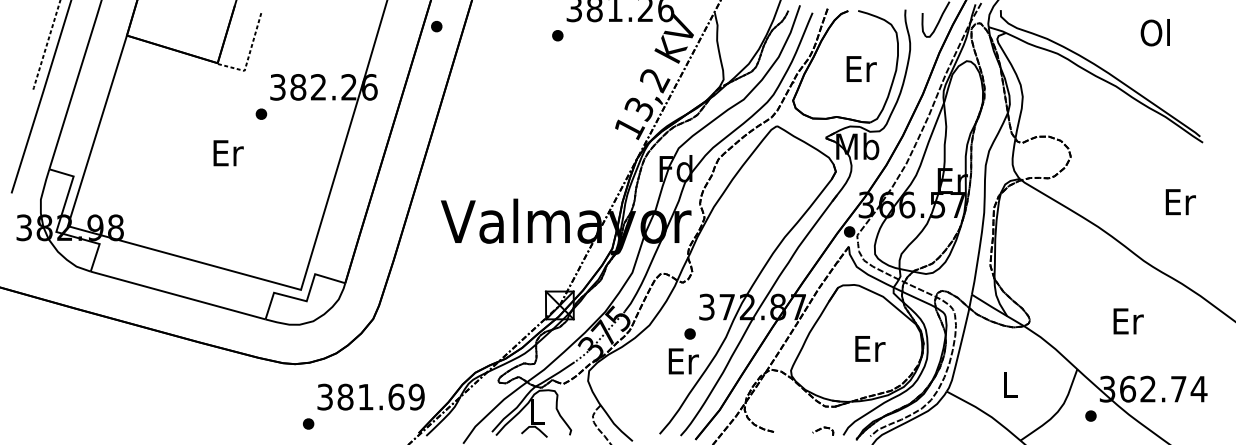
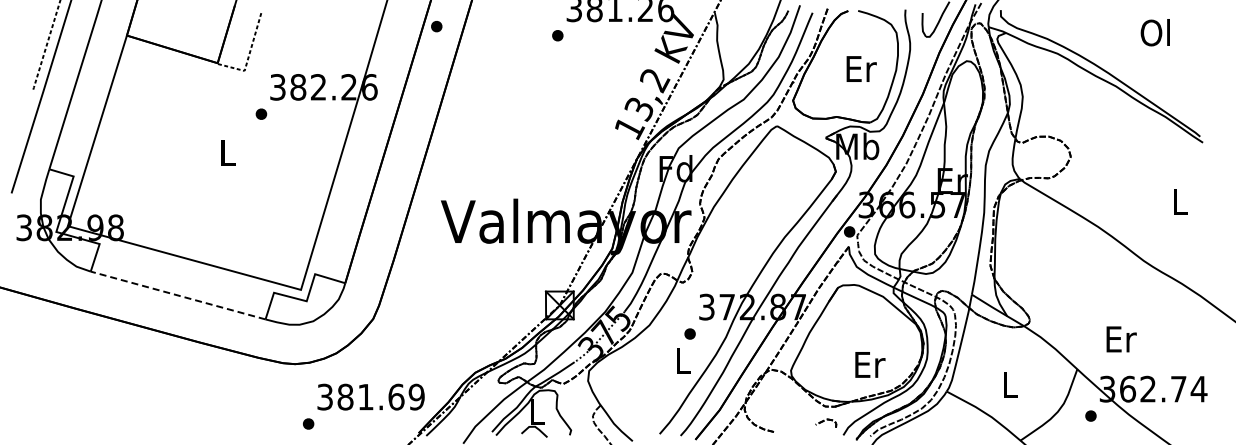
text at (228, 153): Er -> L
text at (1180, 202): Er -> L
line at (178, 295): solid -> dashed
text at (1128, 321) position: (1128, 321) -> (1121, 339)
text at (870, 348) position: (870, 348) -> (870, 364)
text at (683, 361): Er -> L
part at (823, 430) position: (823, 430) -> (826, 422)
